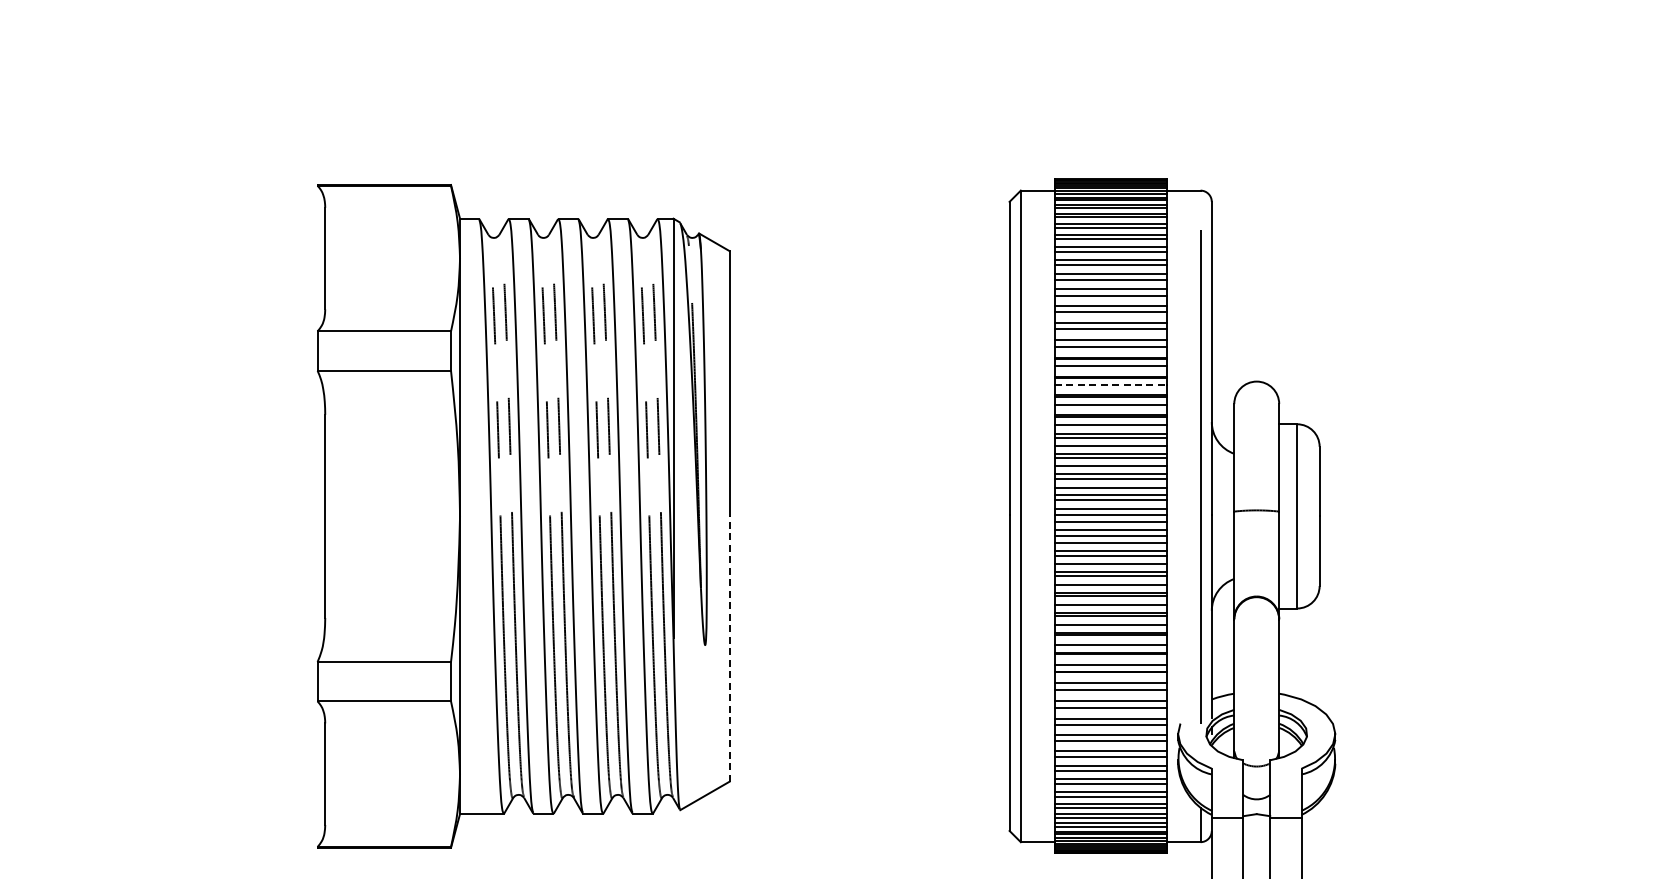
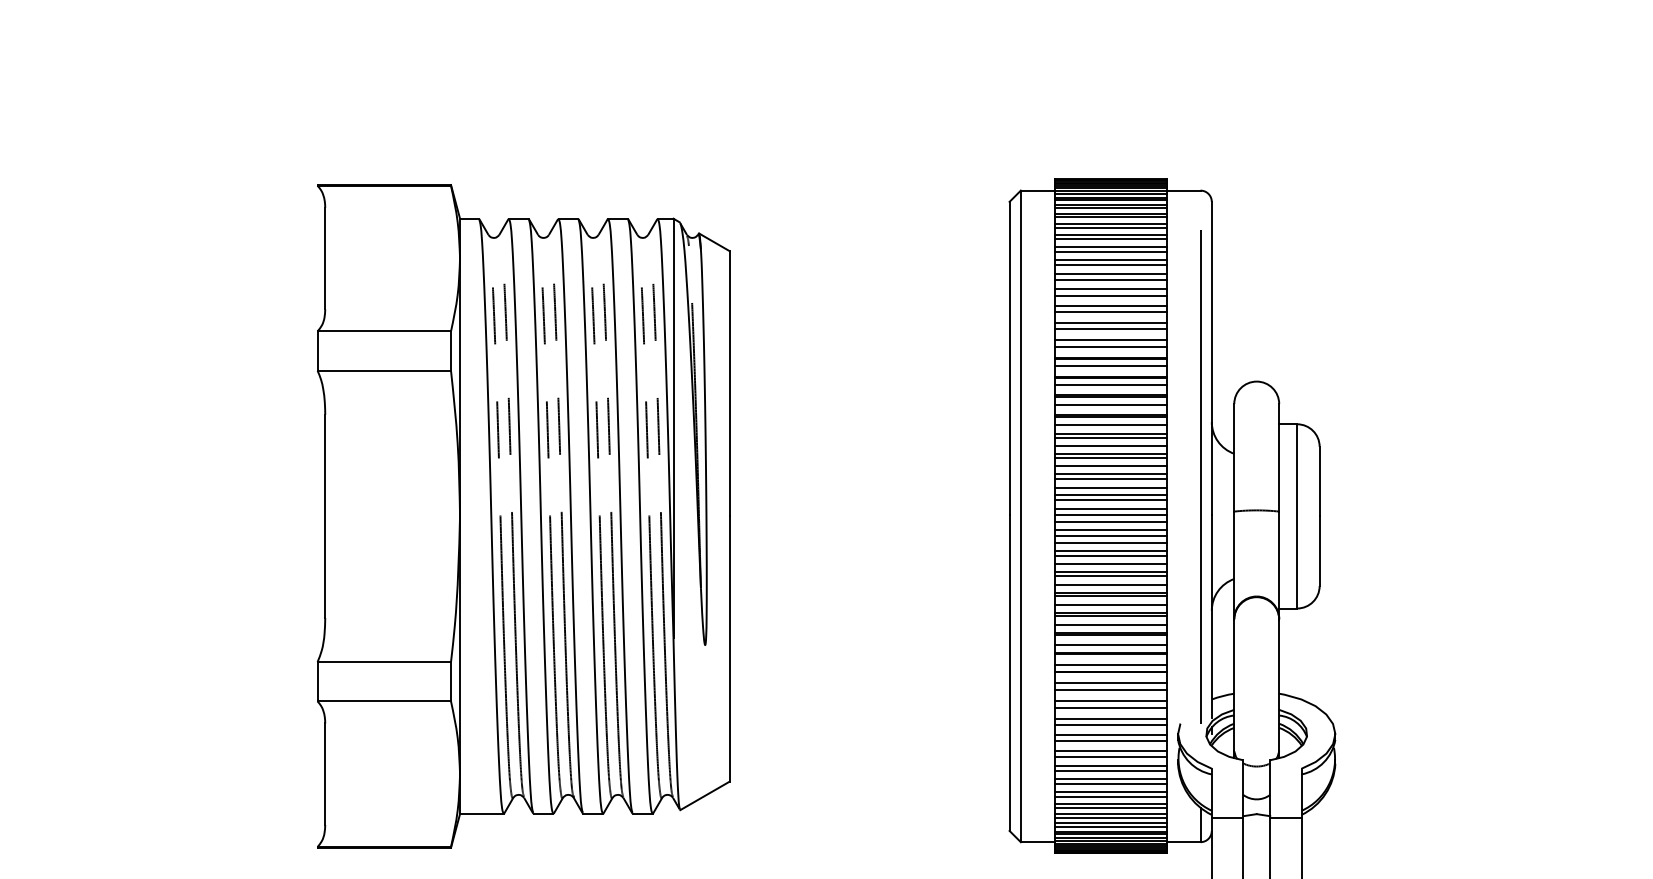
line at (1111, 385): dashed -> solid
line at (729, 649): dashed -> solid
